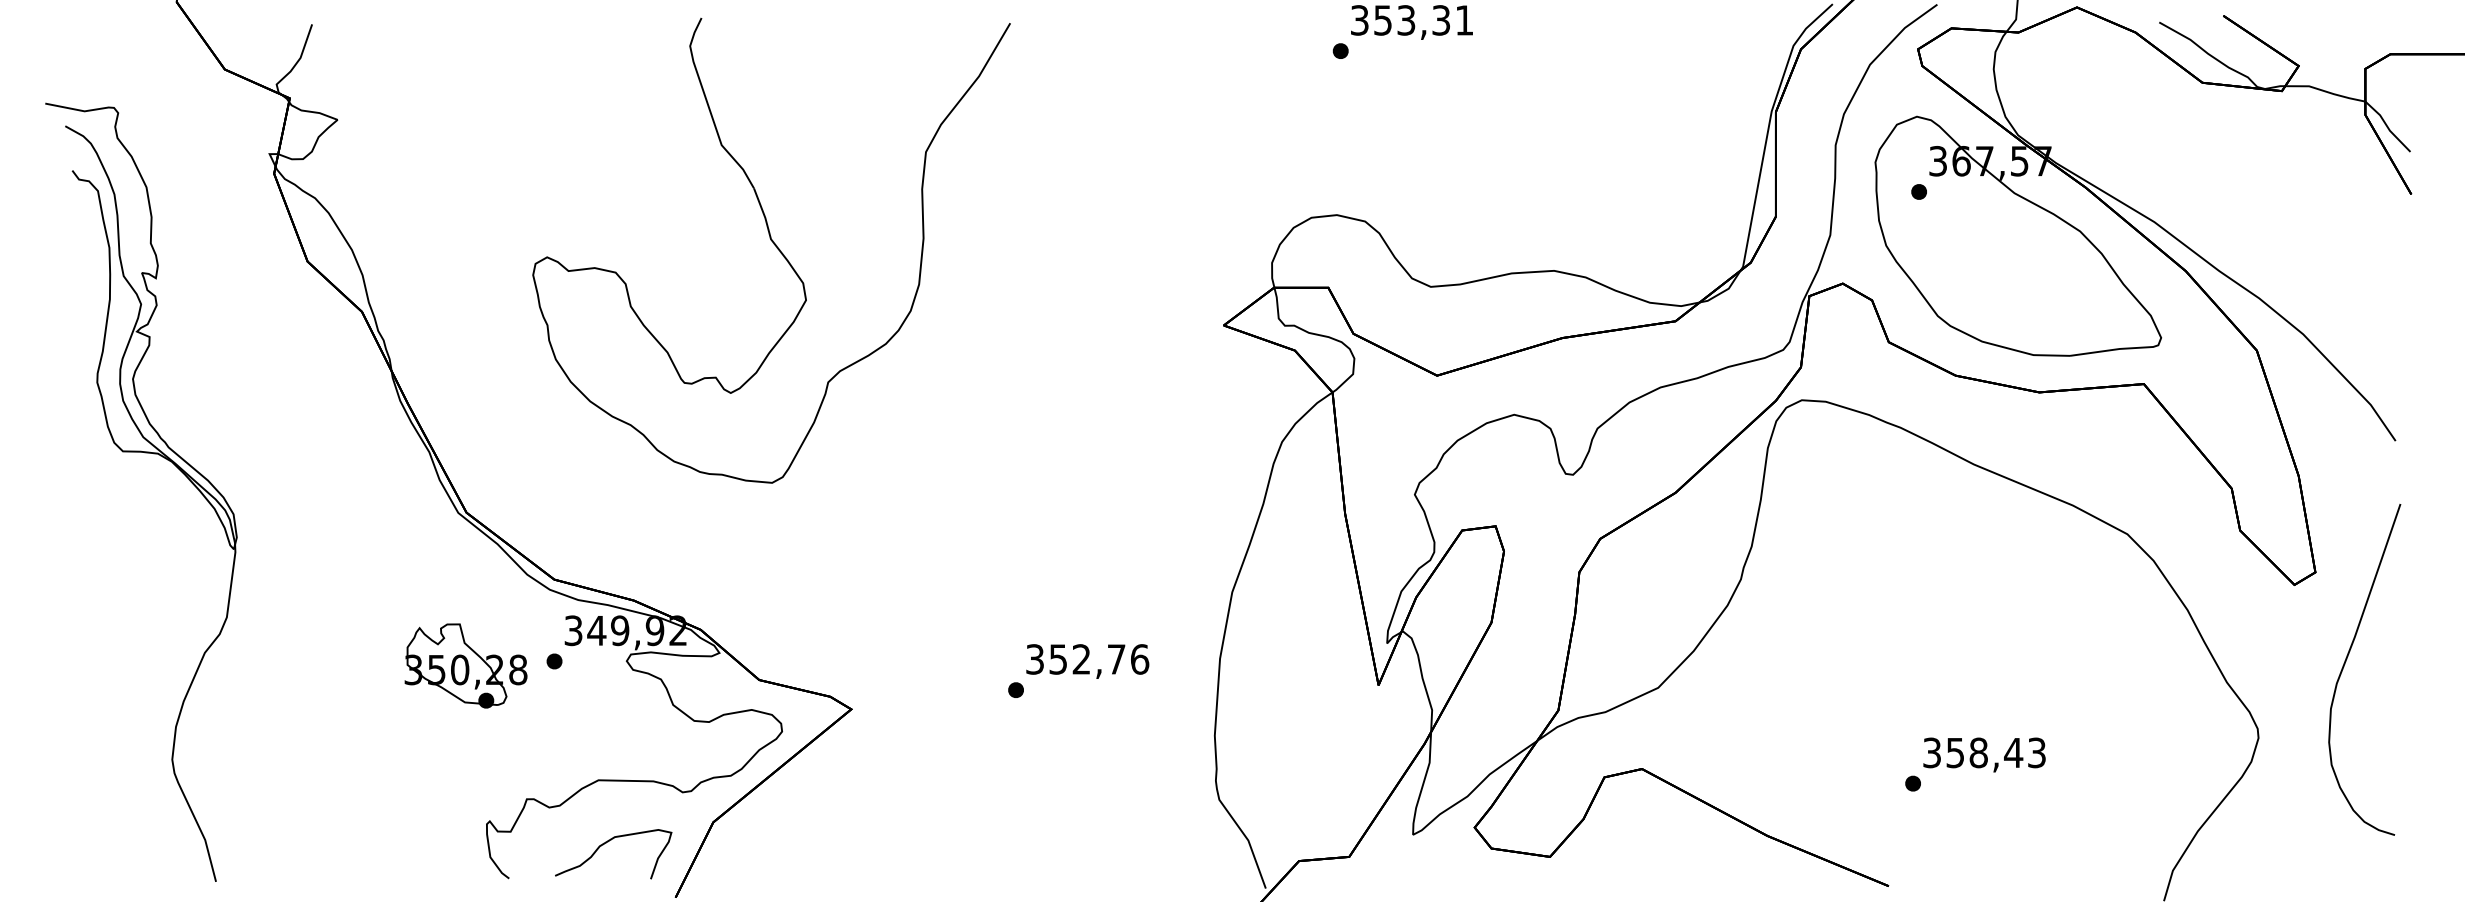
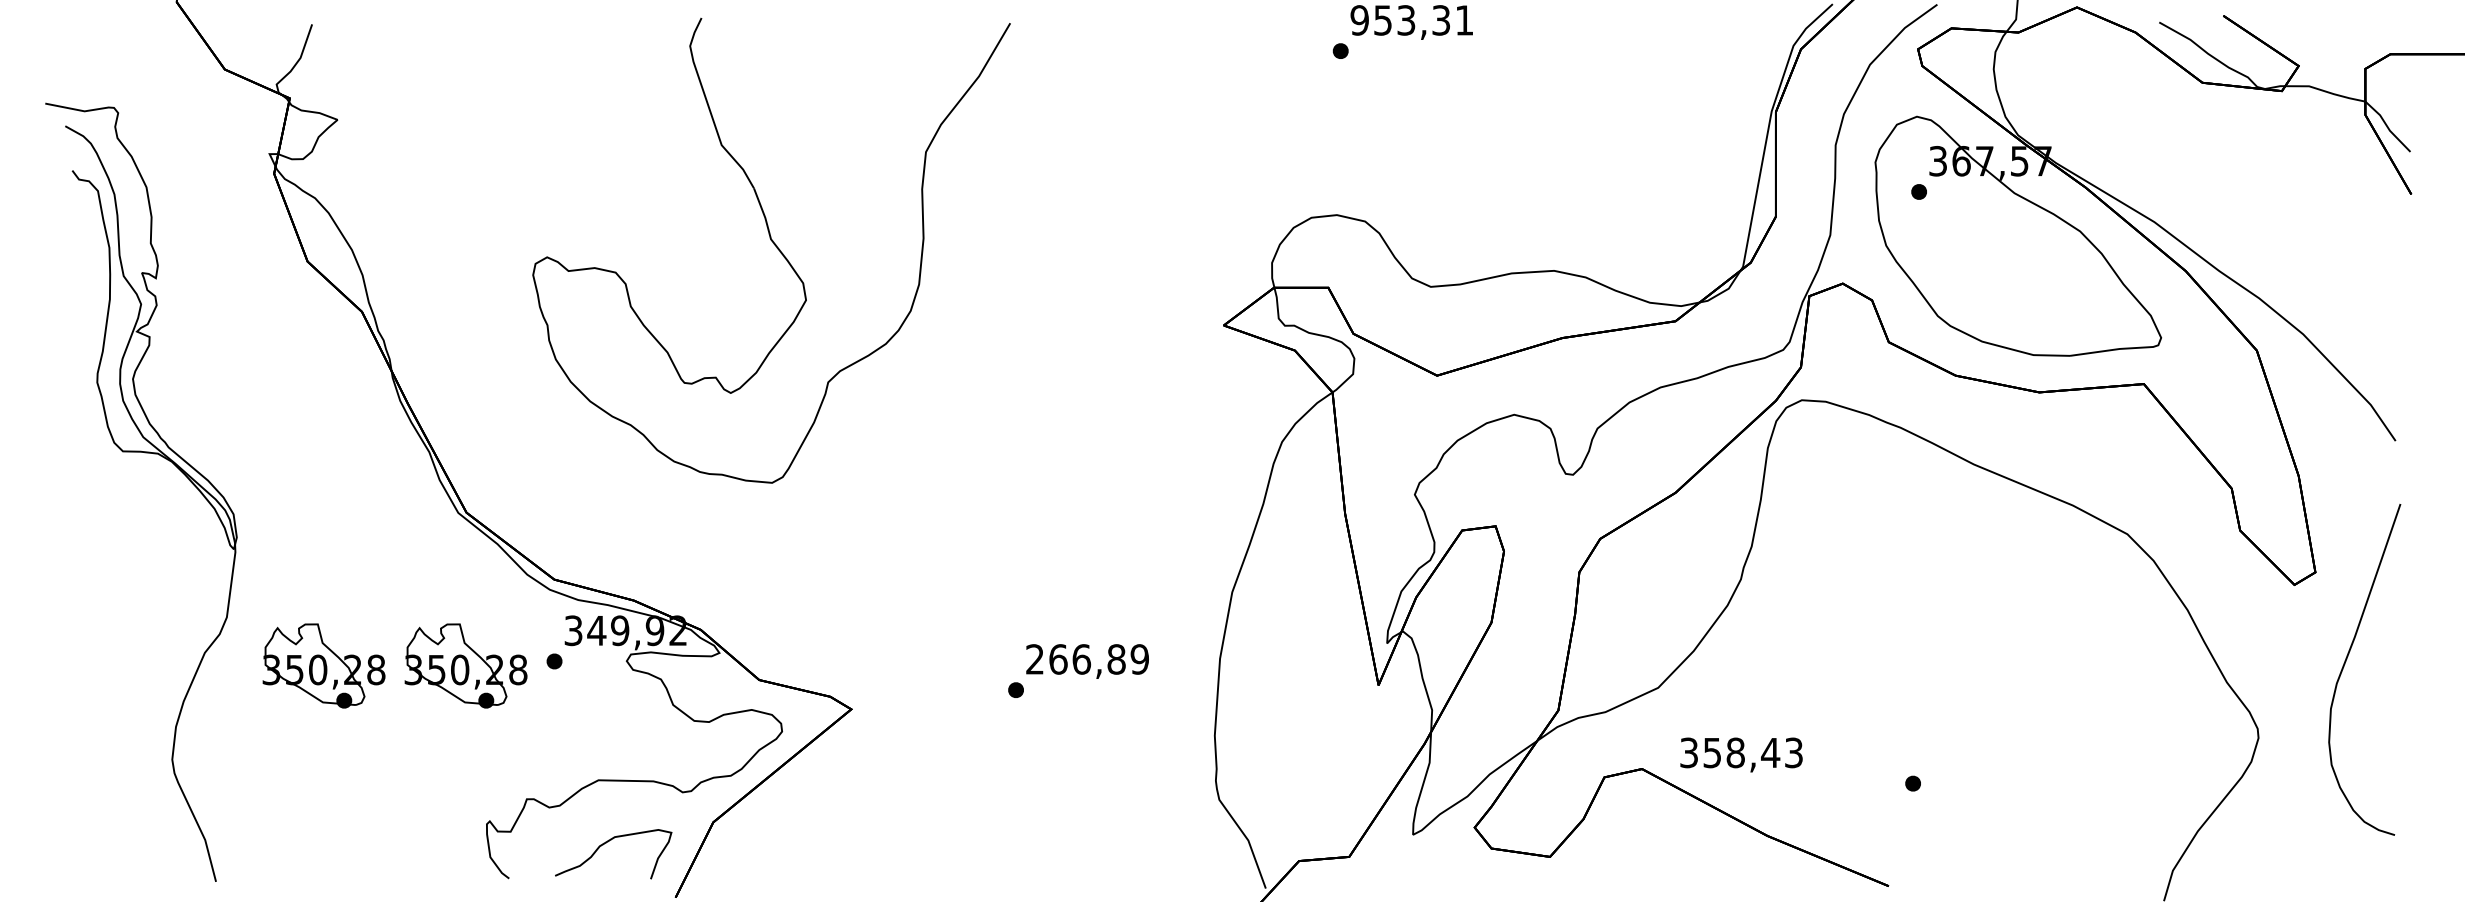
text at (1359, 20): 353,31 -> 953,31
text at (1087, 659): 352,76 -> 266,89
part at (323, 665): none -> present
text at (1984, 754) position: (1984, 754) -> (1741, 754)
